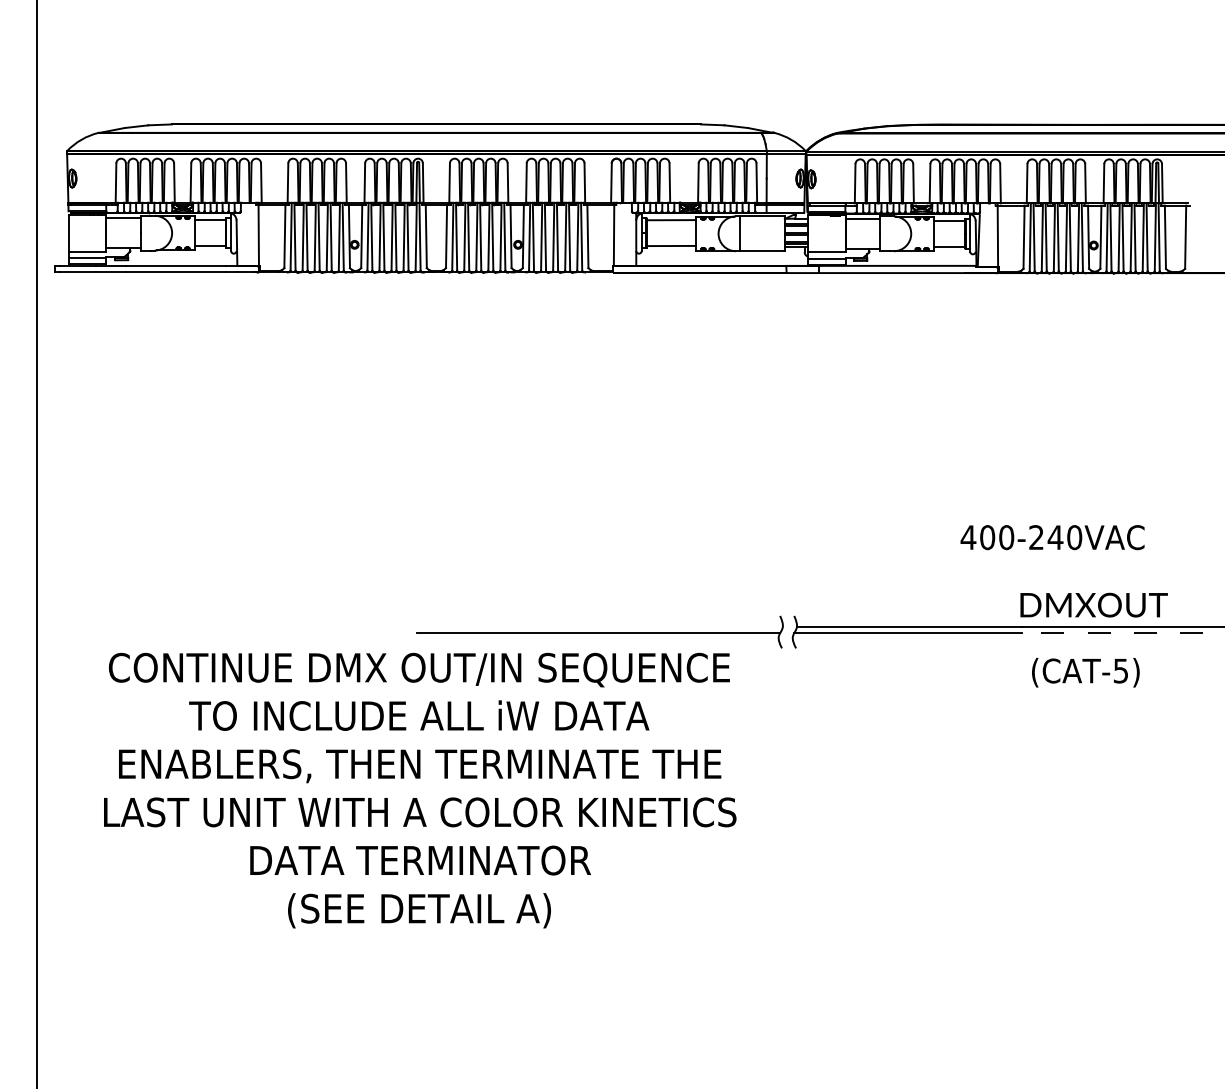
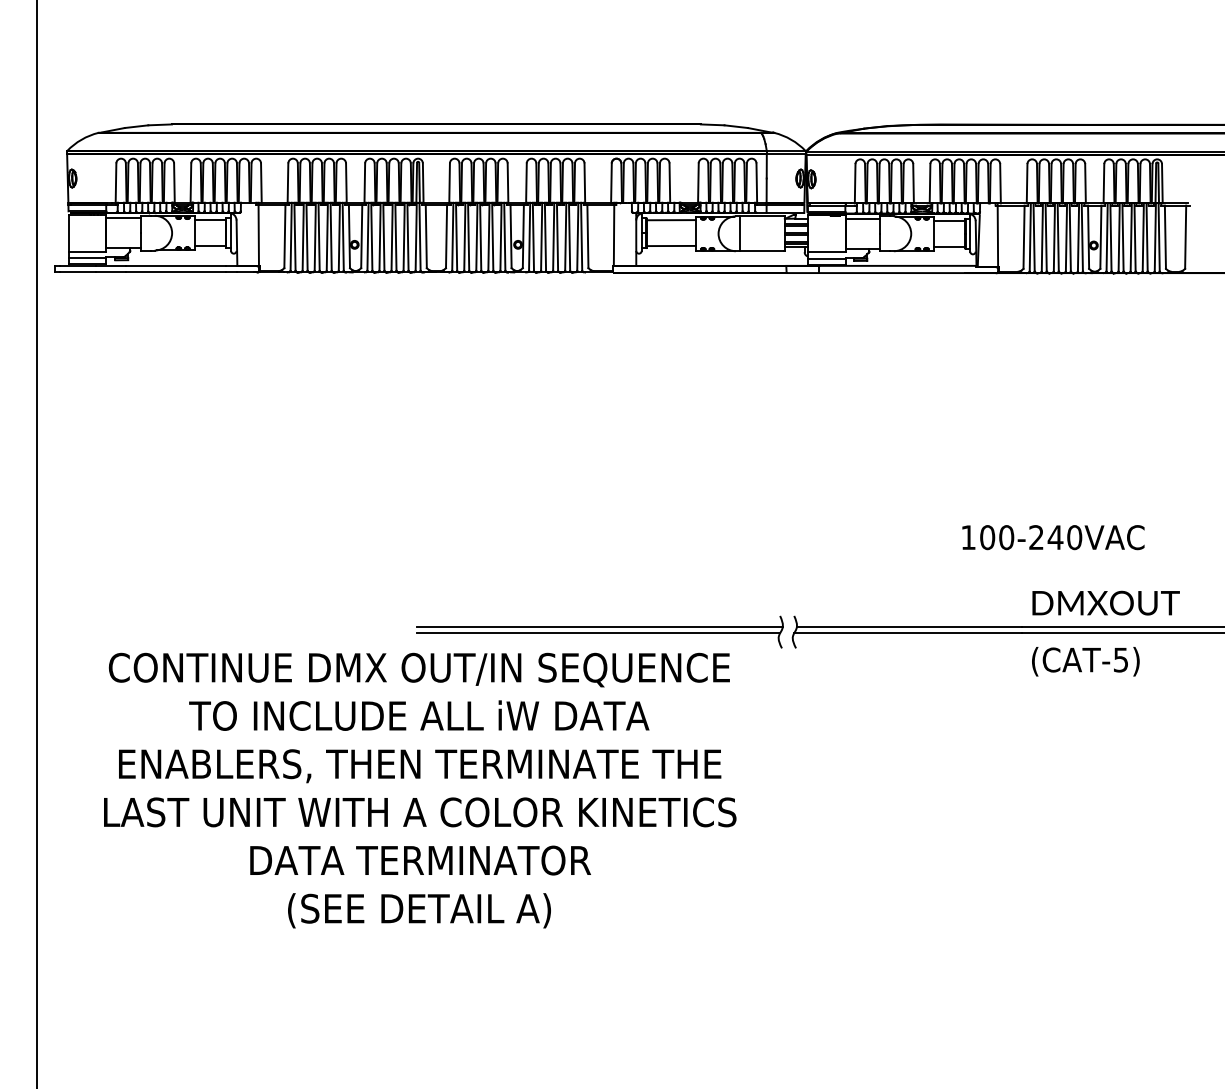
text at (968, 537): 400-240VAC -> 100-240VAC
text at (1093, 604) position: (1093, 604) -> (1105, 602)
line at (599, 626): none -> present
line at (1123, 633): dashed -> solid
text at (1085, 672) position: (1085, 672) -> (1085, 661)
